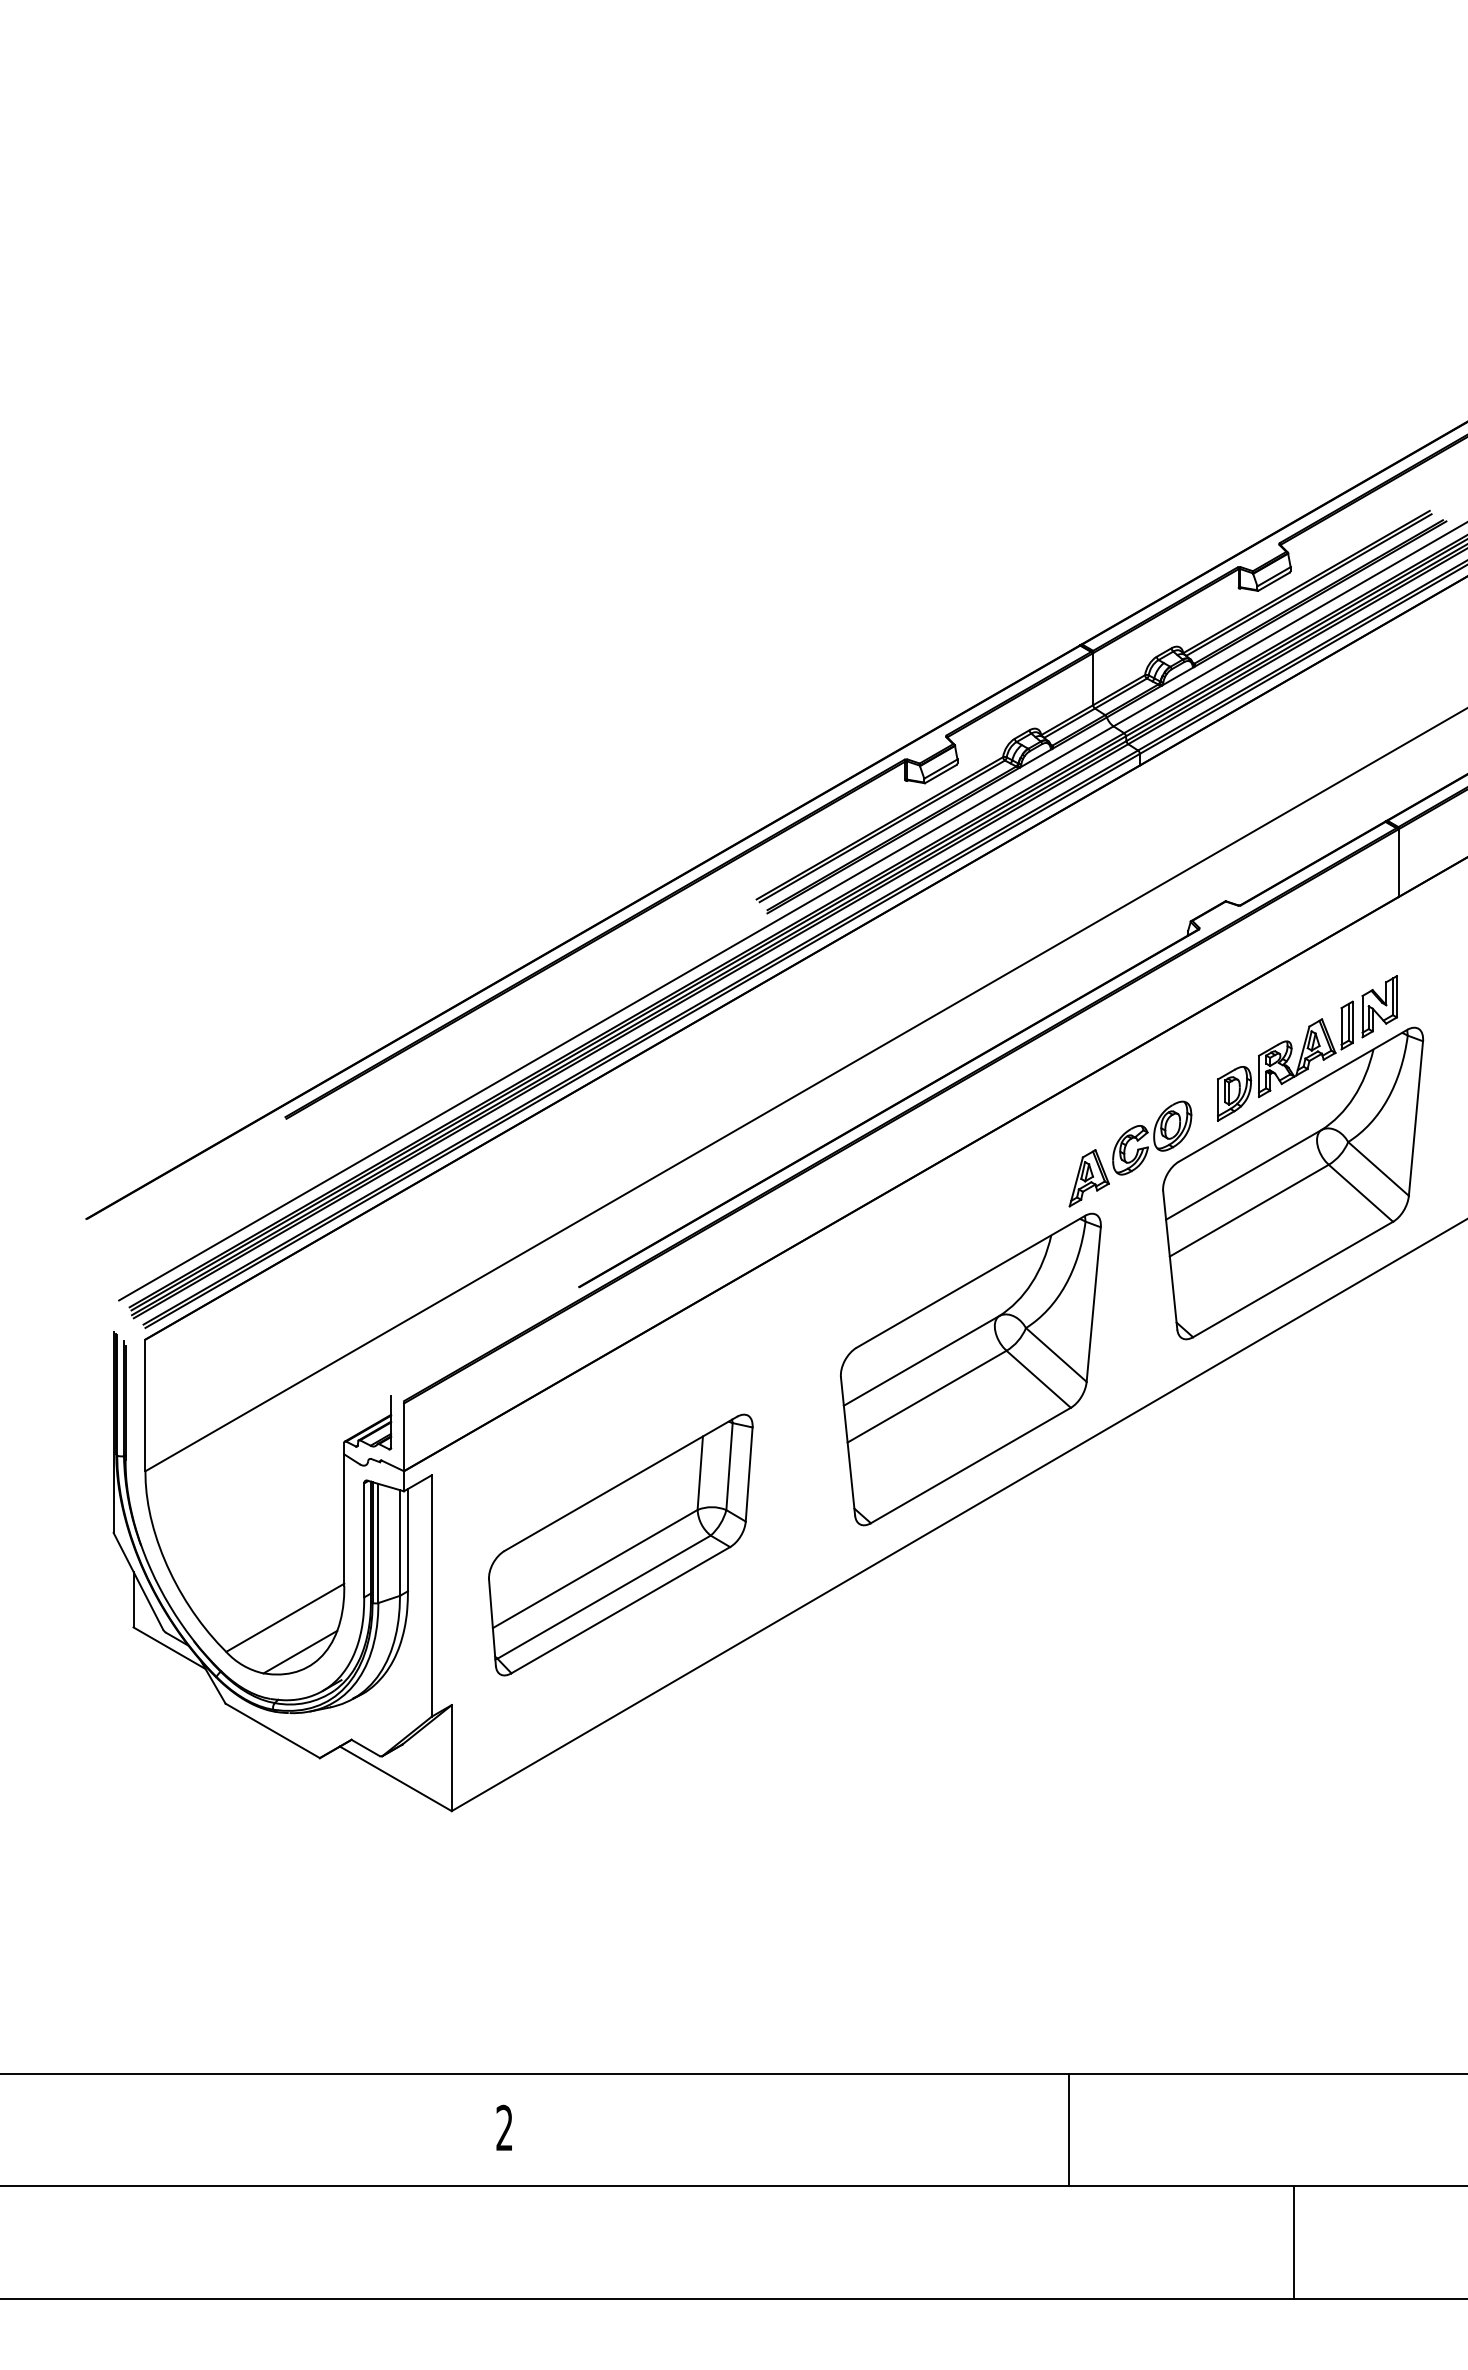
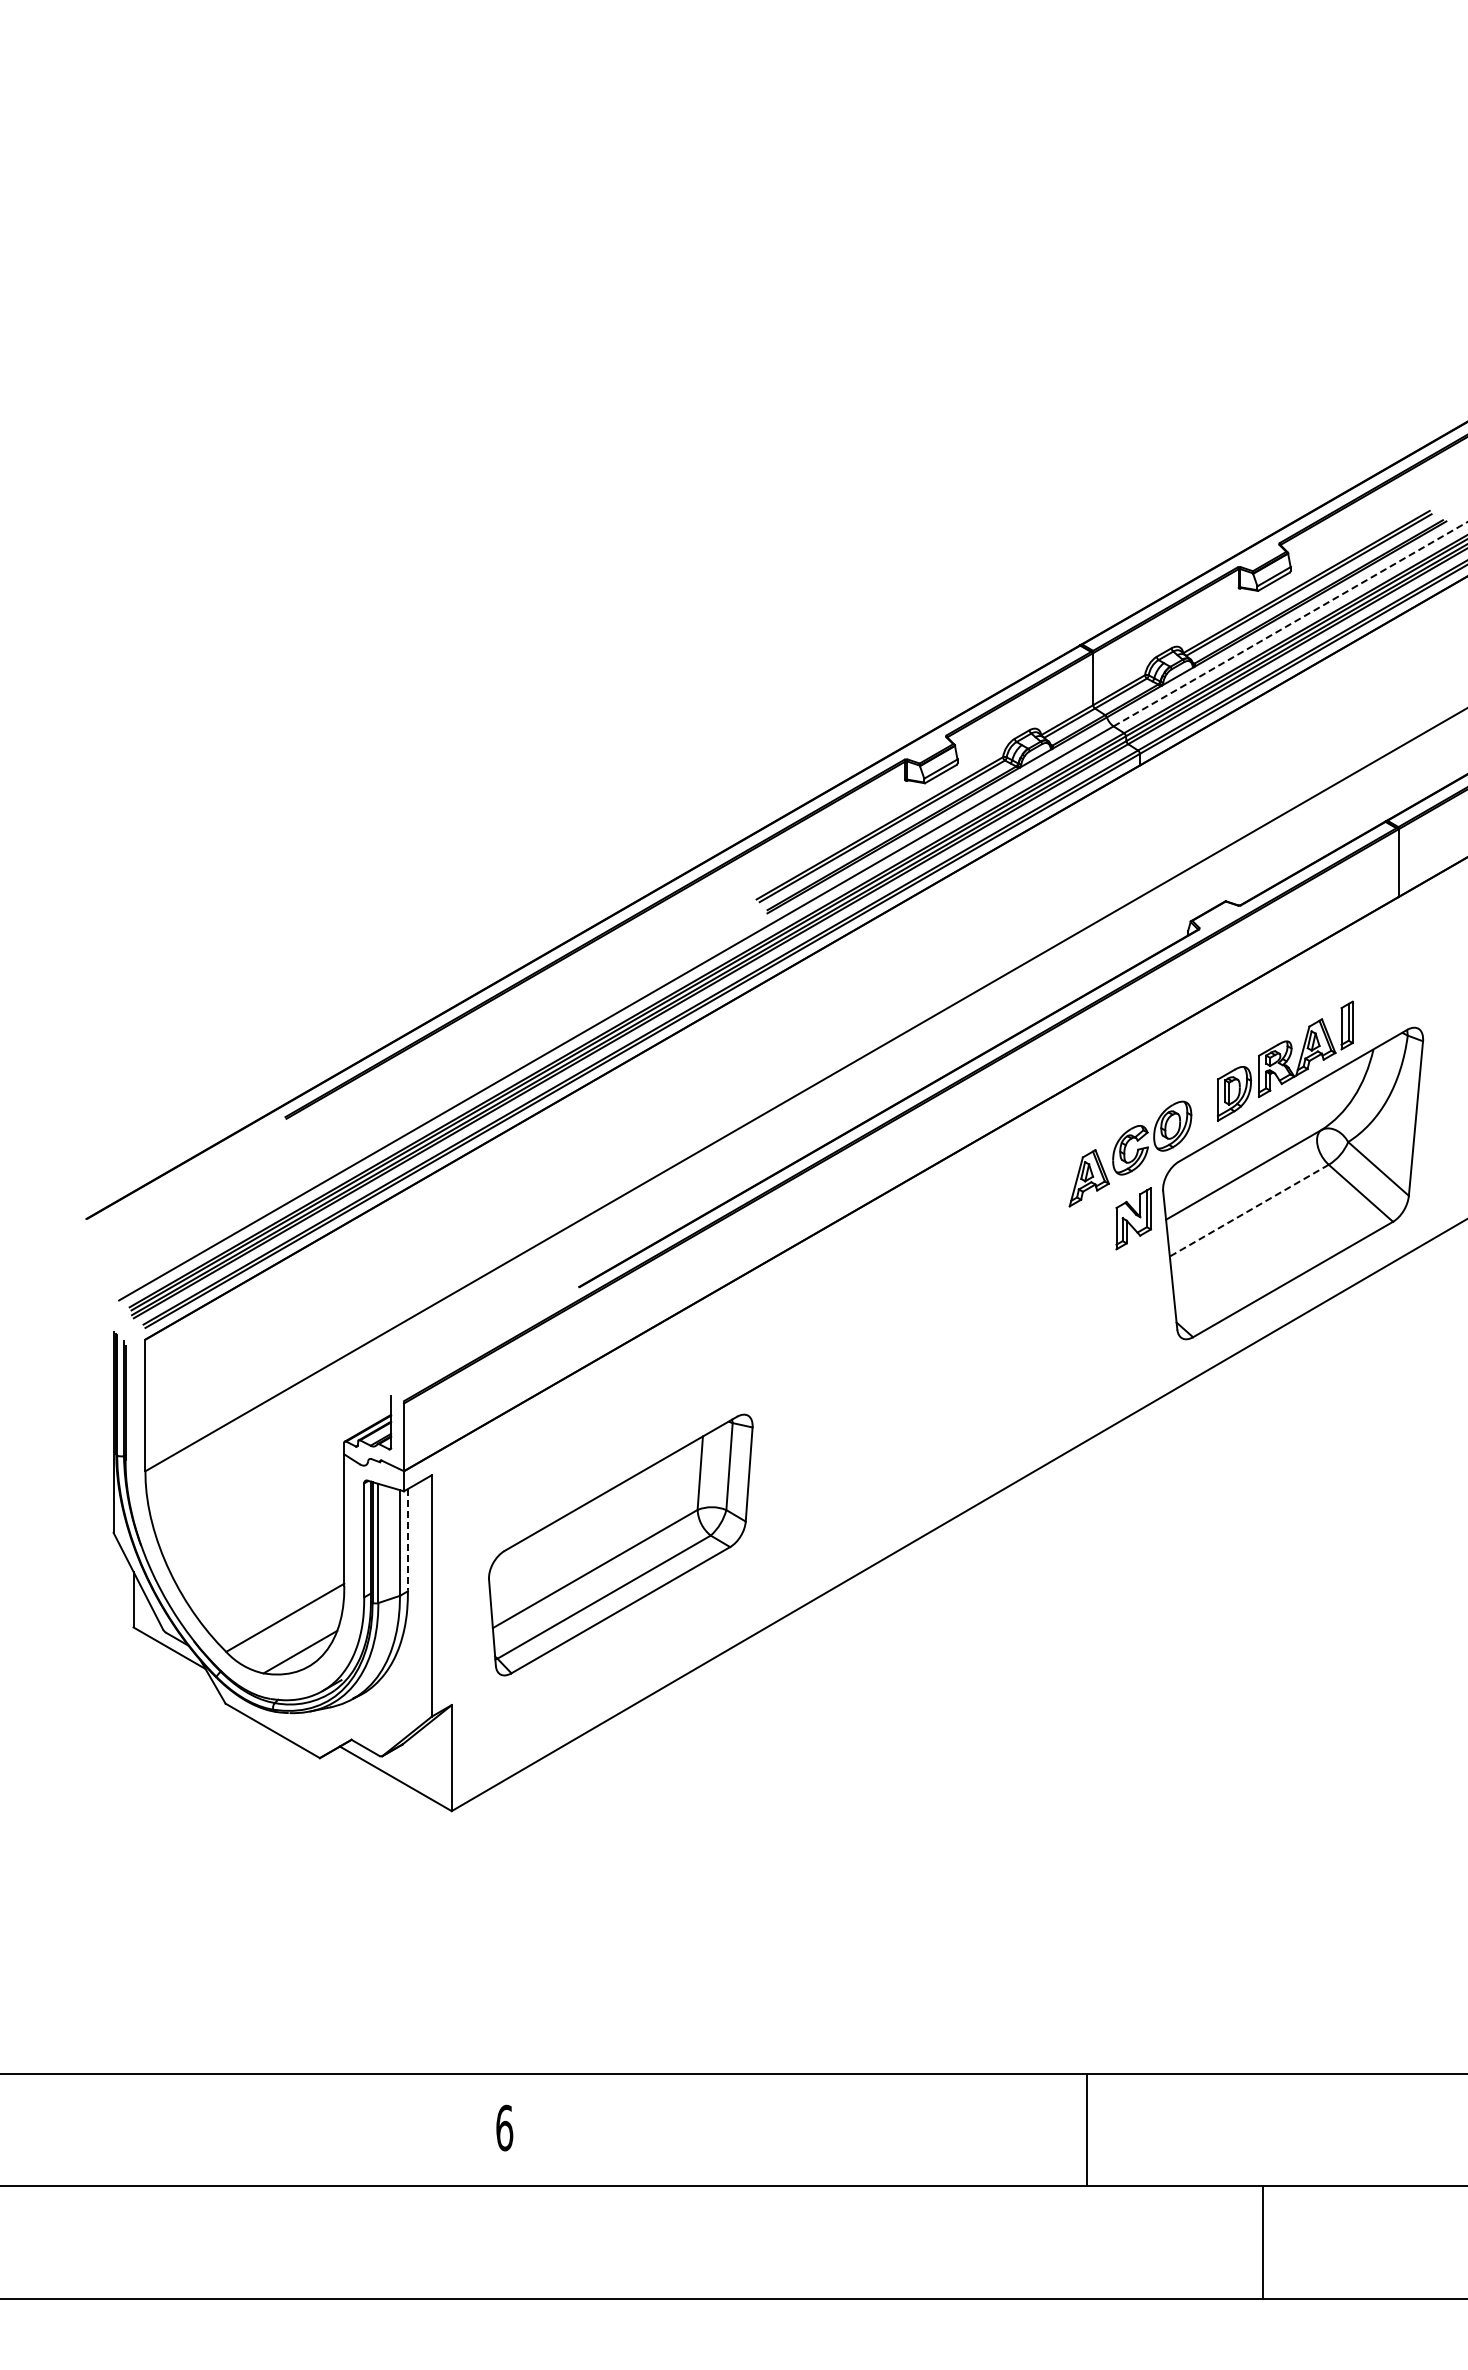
line at (1291, 623): solid -> dashed
part at (1379, 1006) position: (1379, 1006) -> (1133, 1218)
line at (1249, 1210): solid -> dashed
part at (970, 1369): present -> none
line at (408, 1539): solid -> dashed
text at (504, 2127): 2 -> 6
line at (1068, 2129) position: (1068, 2129) -> (1086, 2129)
line at (1293, 2242) position: (1293, 2242) -> (1262, 2242)
